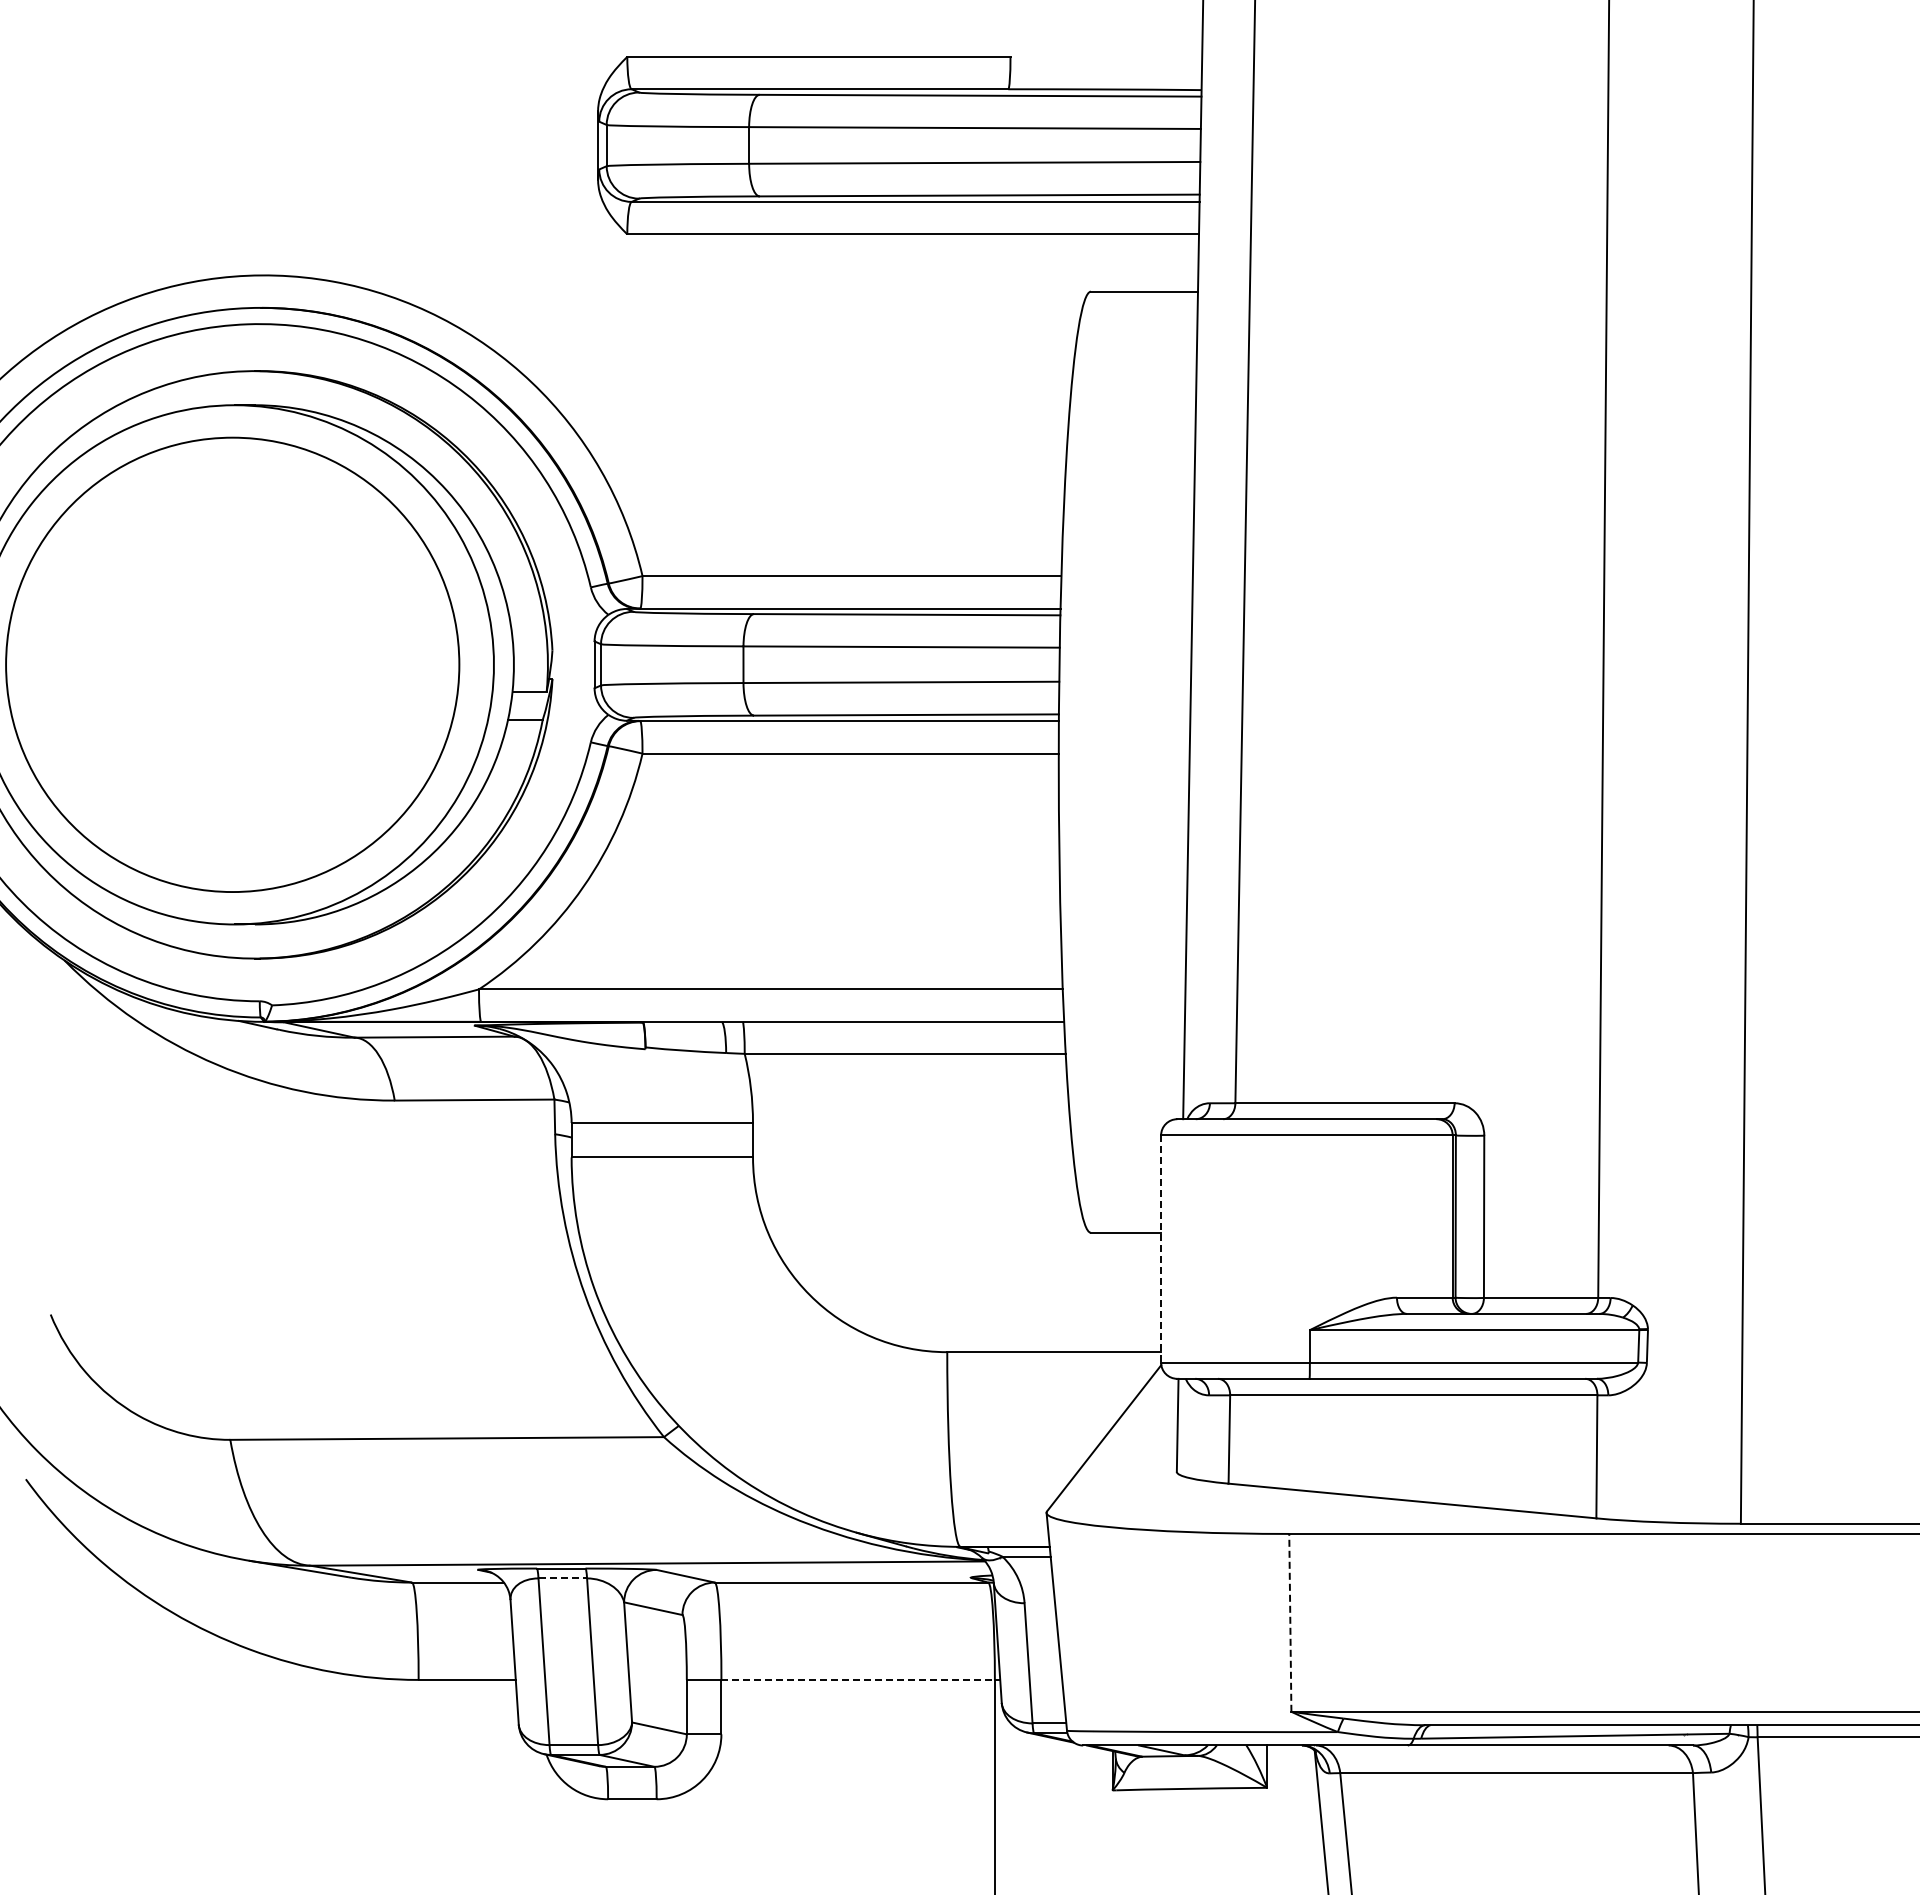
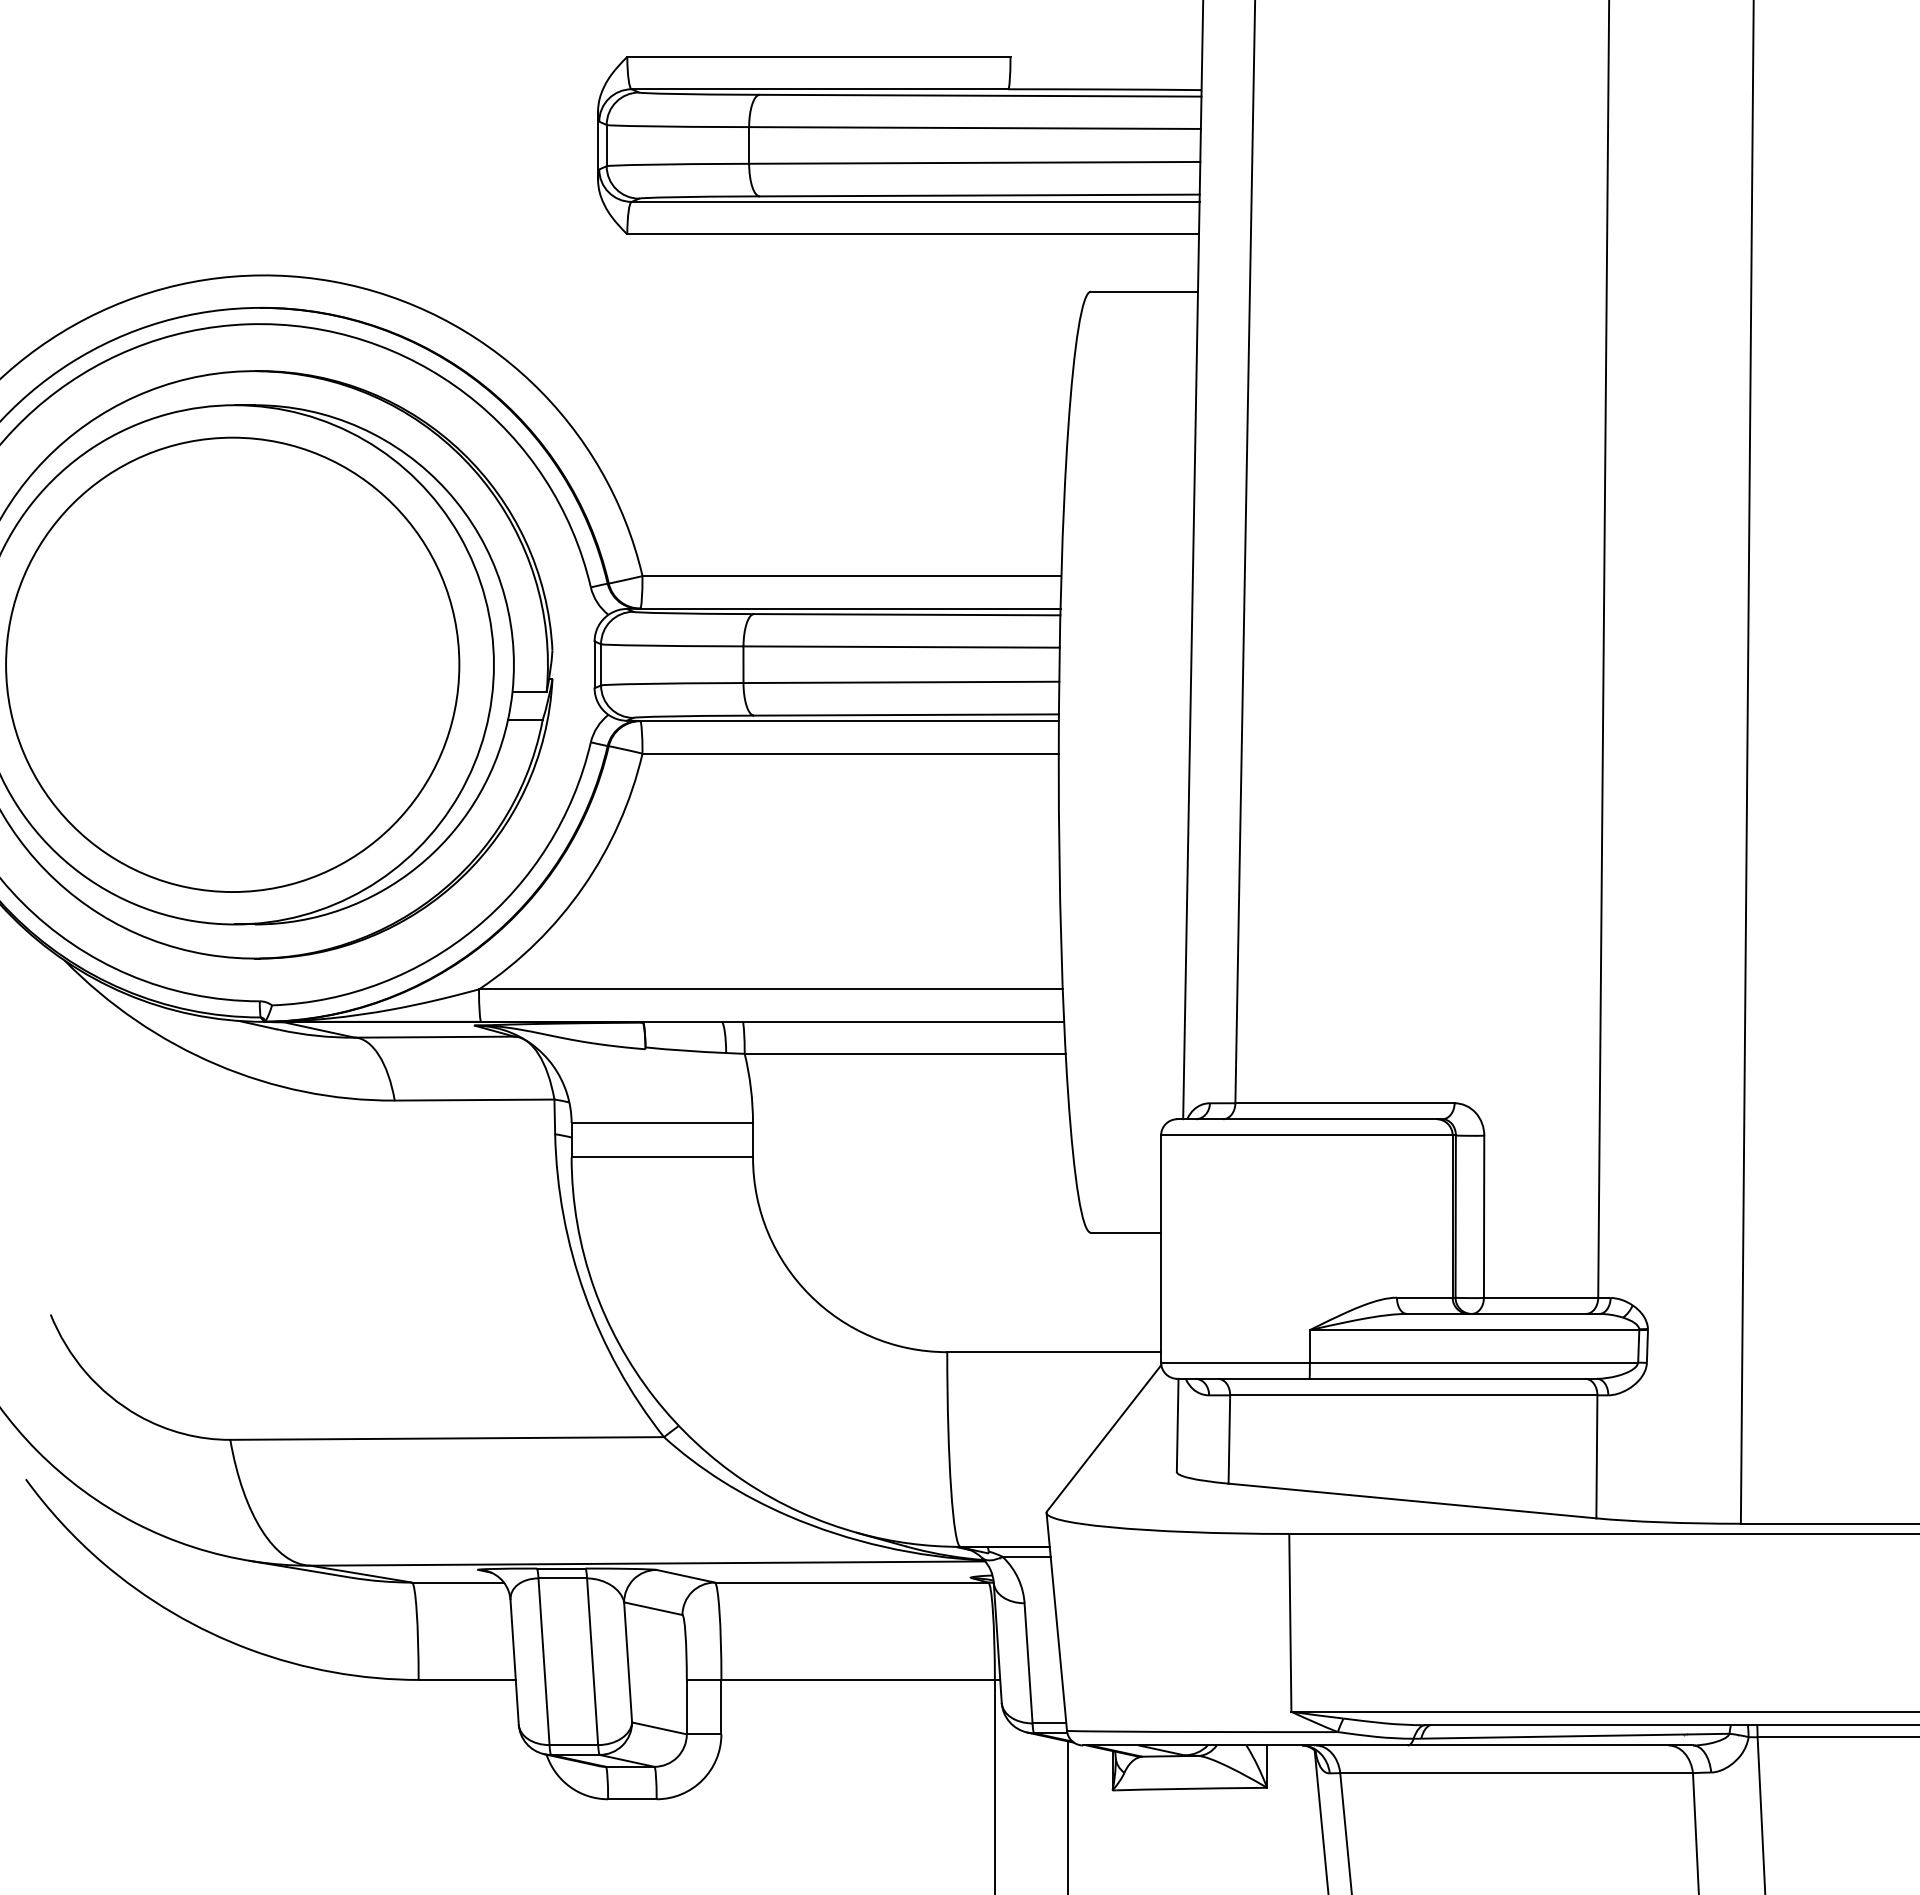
line at (1161, 1249): dashed -> solid
line at (563, 1578): dashed -> solid
line at (1290, 1622): dashed -> solid
line at (858, 1679): dashed -> solid
line at (1068, 1816): none -> present
